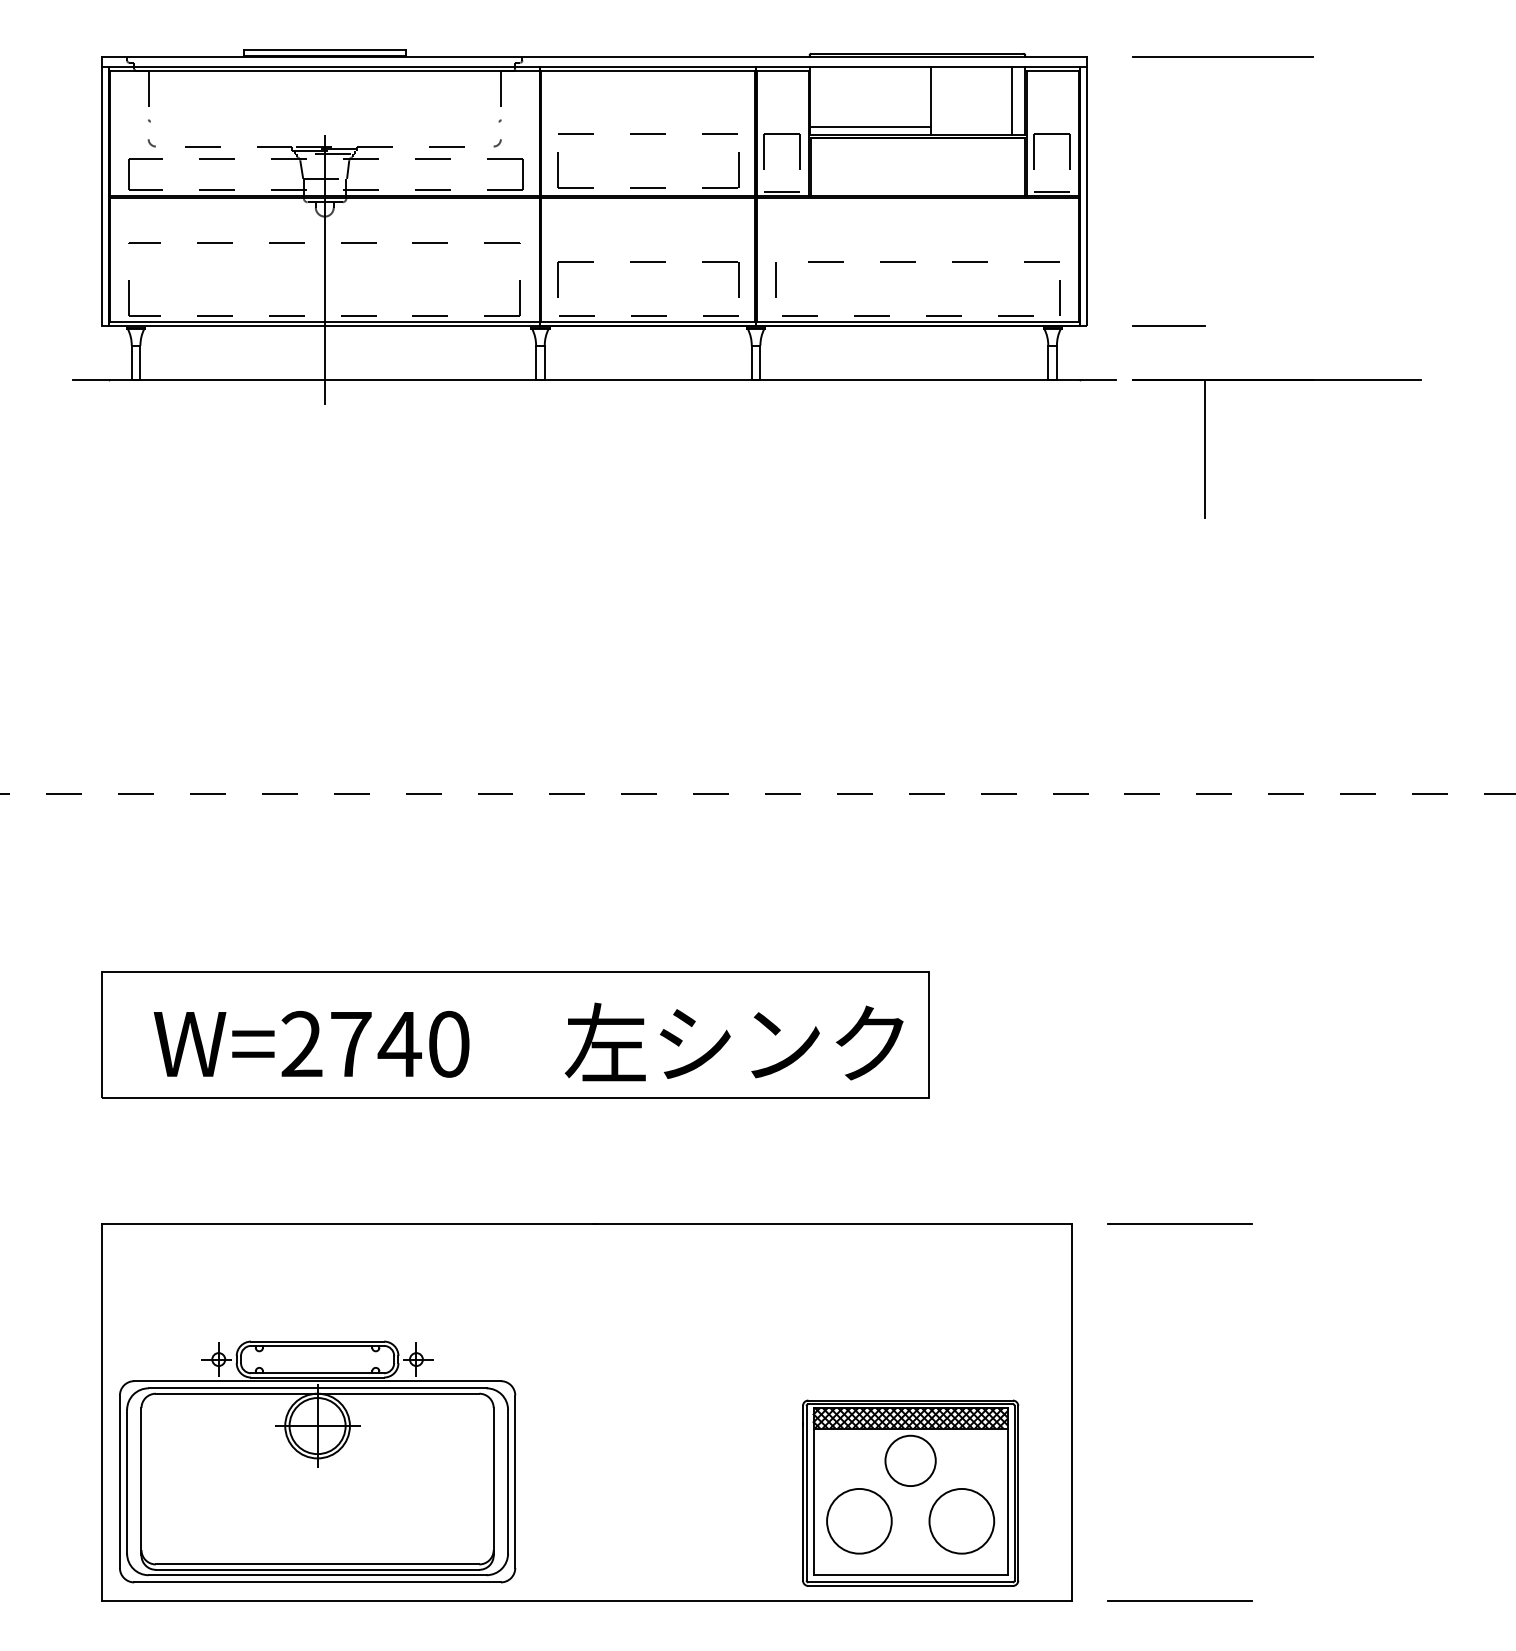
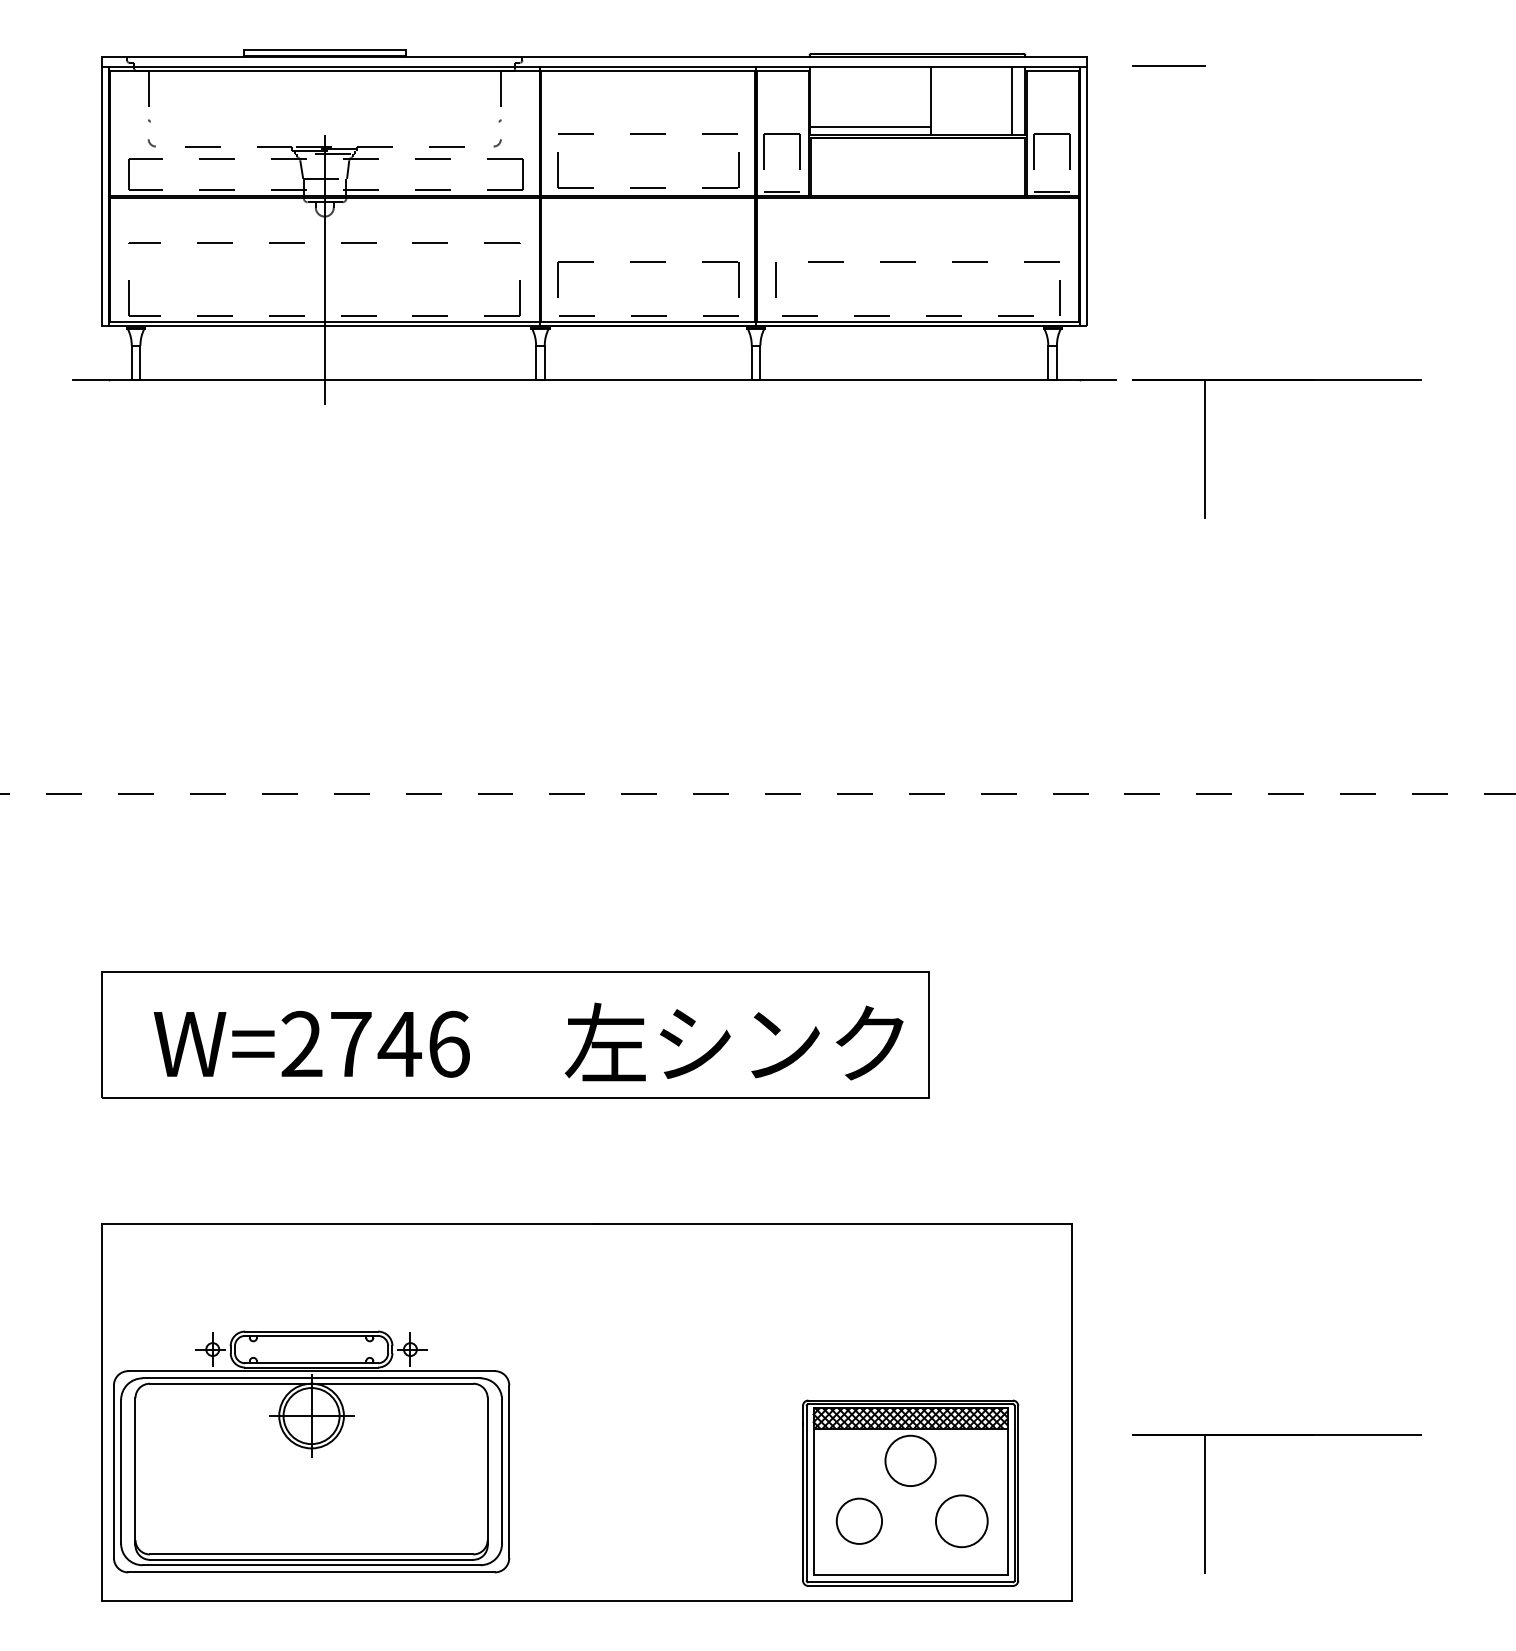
line at (1223, 56): present -> none
line at (1168, 325) position: (1168, 325) -> (1168, 65)
text at (449, 1043): W=2740 -> W=2746
line at (1180, 1224): present -> none
part at (1276, 1435): none -> present
part at (317, 1461) position: (317, 1461) -> (311, 1451)
circle at (859, 1520) diameter: 65 px -> 45 px
circle at (961, 1520) diameter: 65 px -> 52 px
line at (1180, 1601): present -> none
